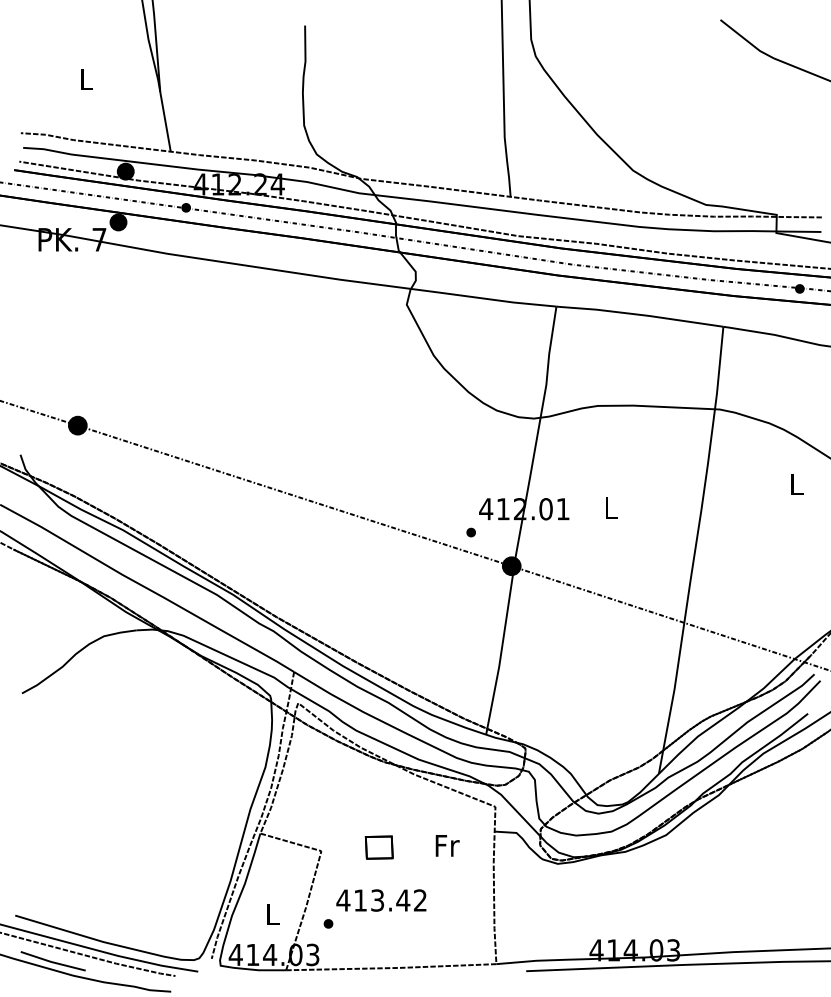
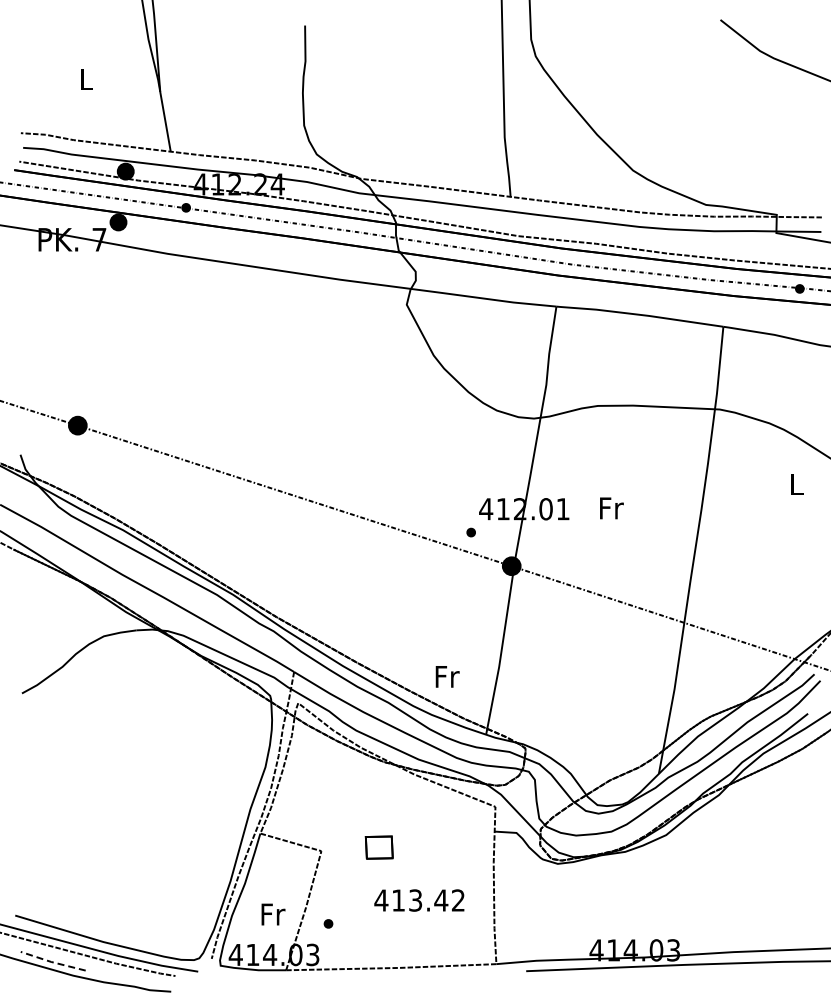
text at (611, 508): L -> Fr
text at (447, 845) position: (447, 845) -> (447, 676)
text at (381, 900) position: (381, 900) -> (419, 900)
text at (273, 914): L -> Fr
line at (52, 962): solid -> dashed
